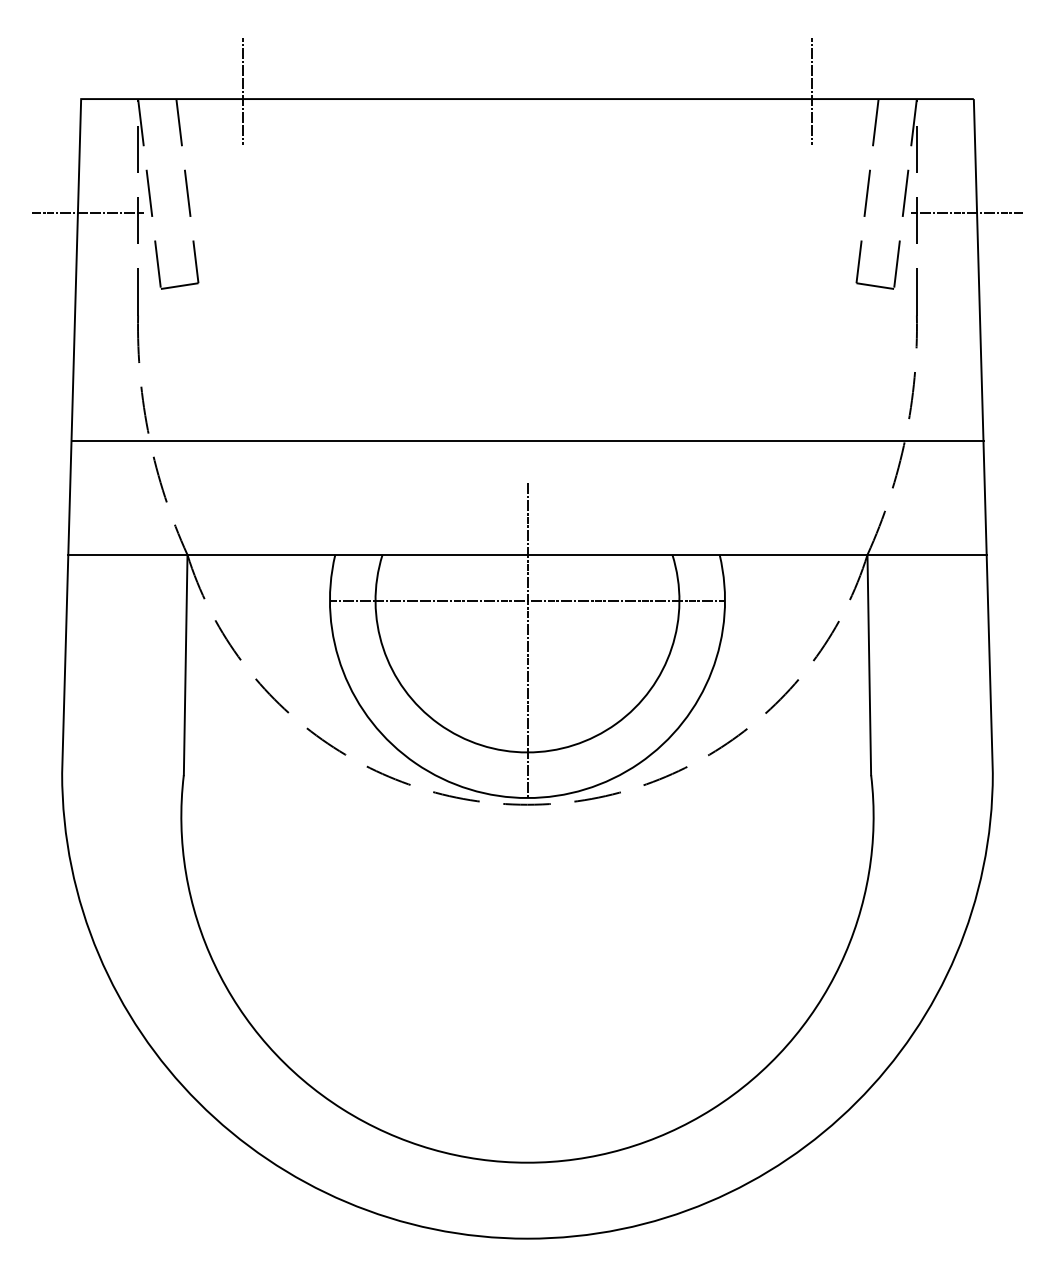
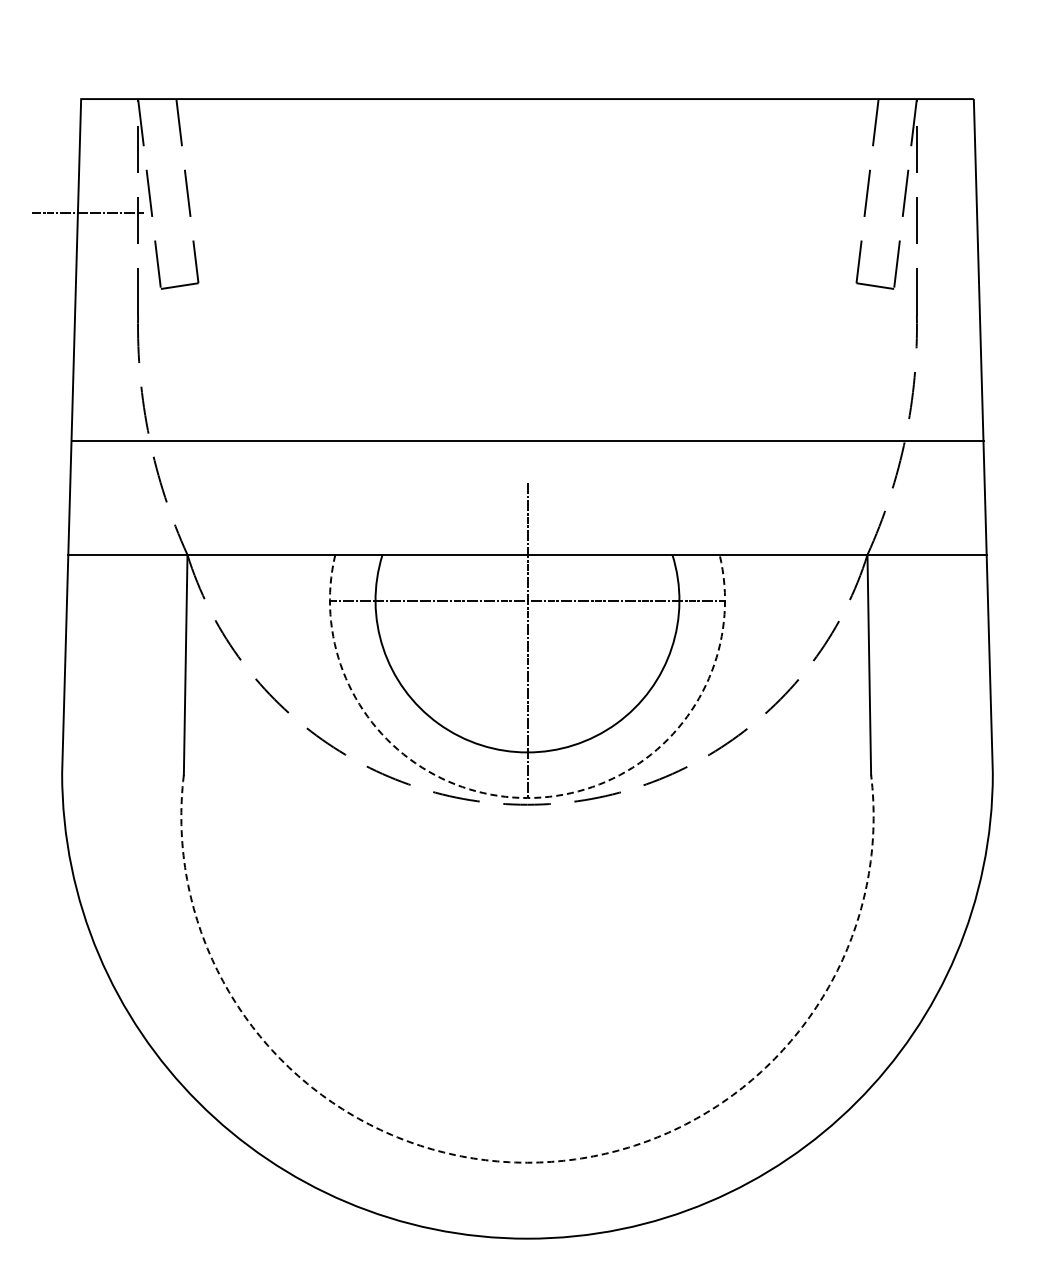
line at (242, 91): present -> none
line at (812, 91): present -> none
line at (967, 213): present -> none
arc at (527, 798): solid -> dashed
arc at (527, 1162): solid -> dashed
